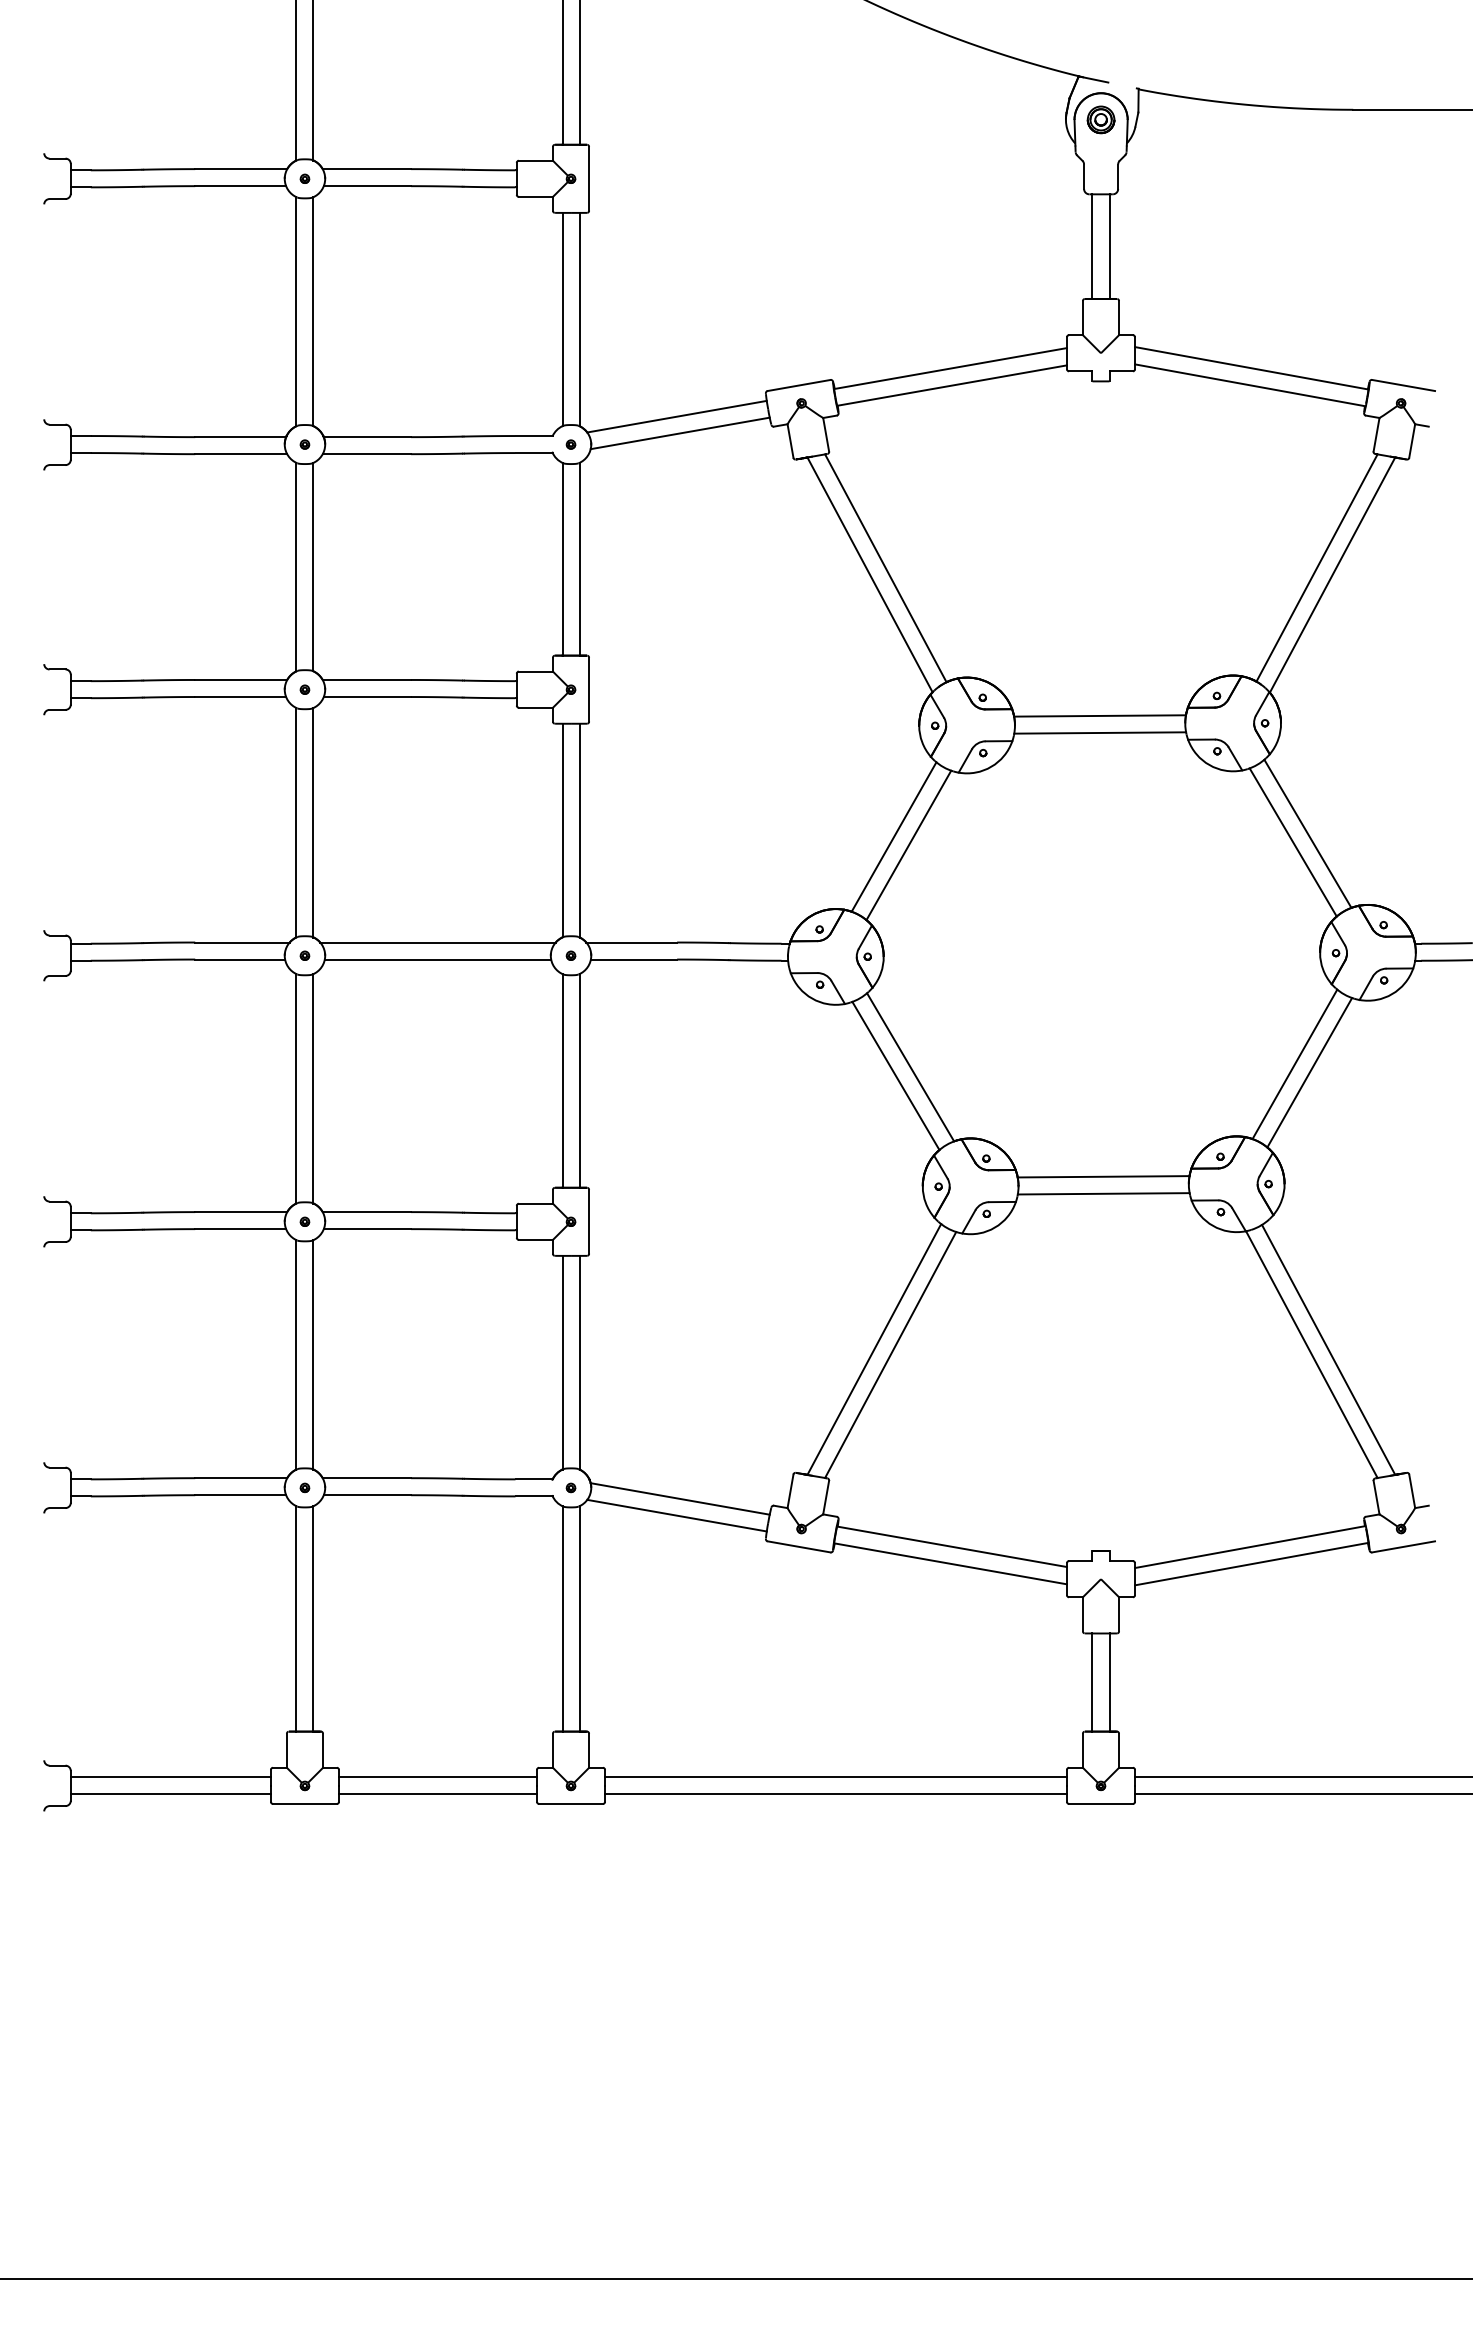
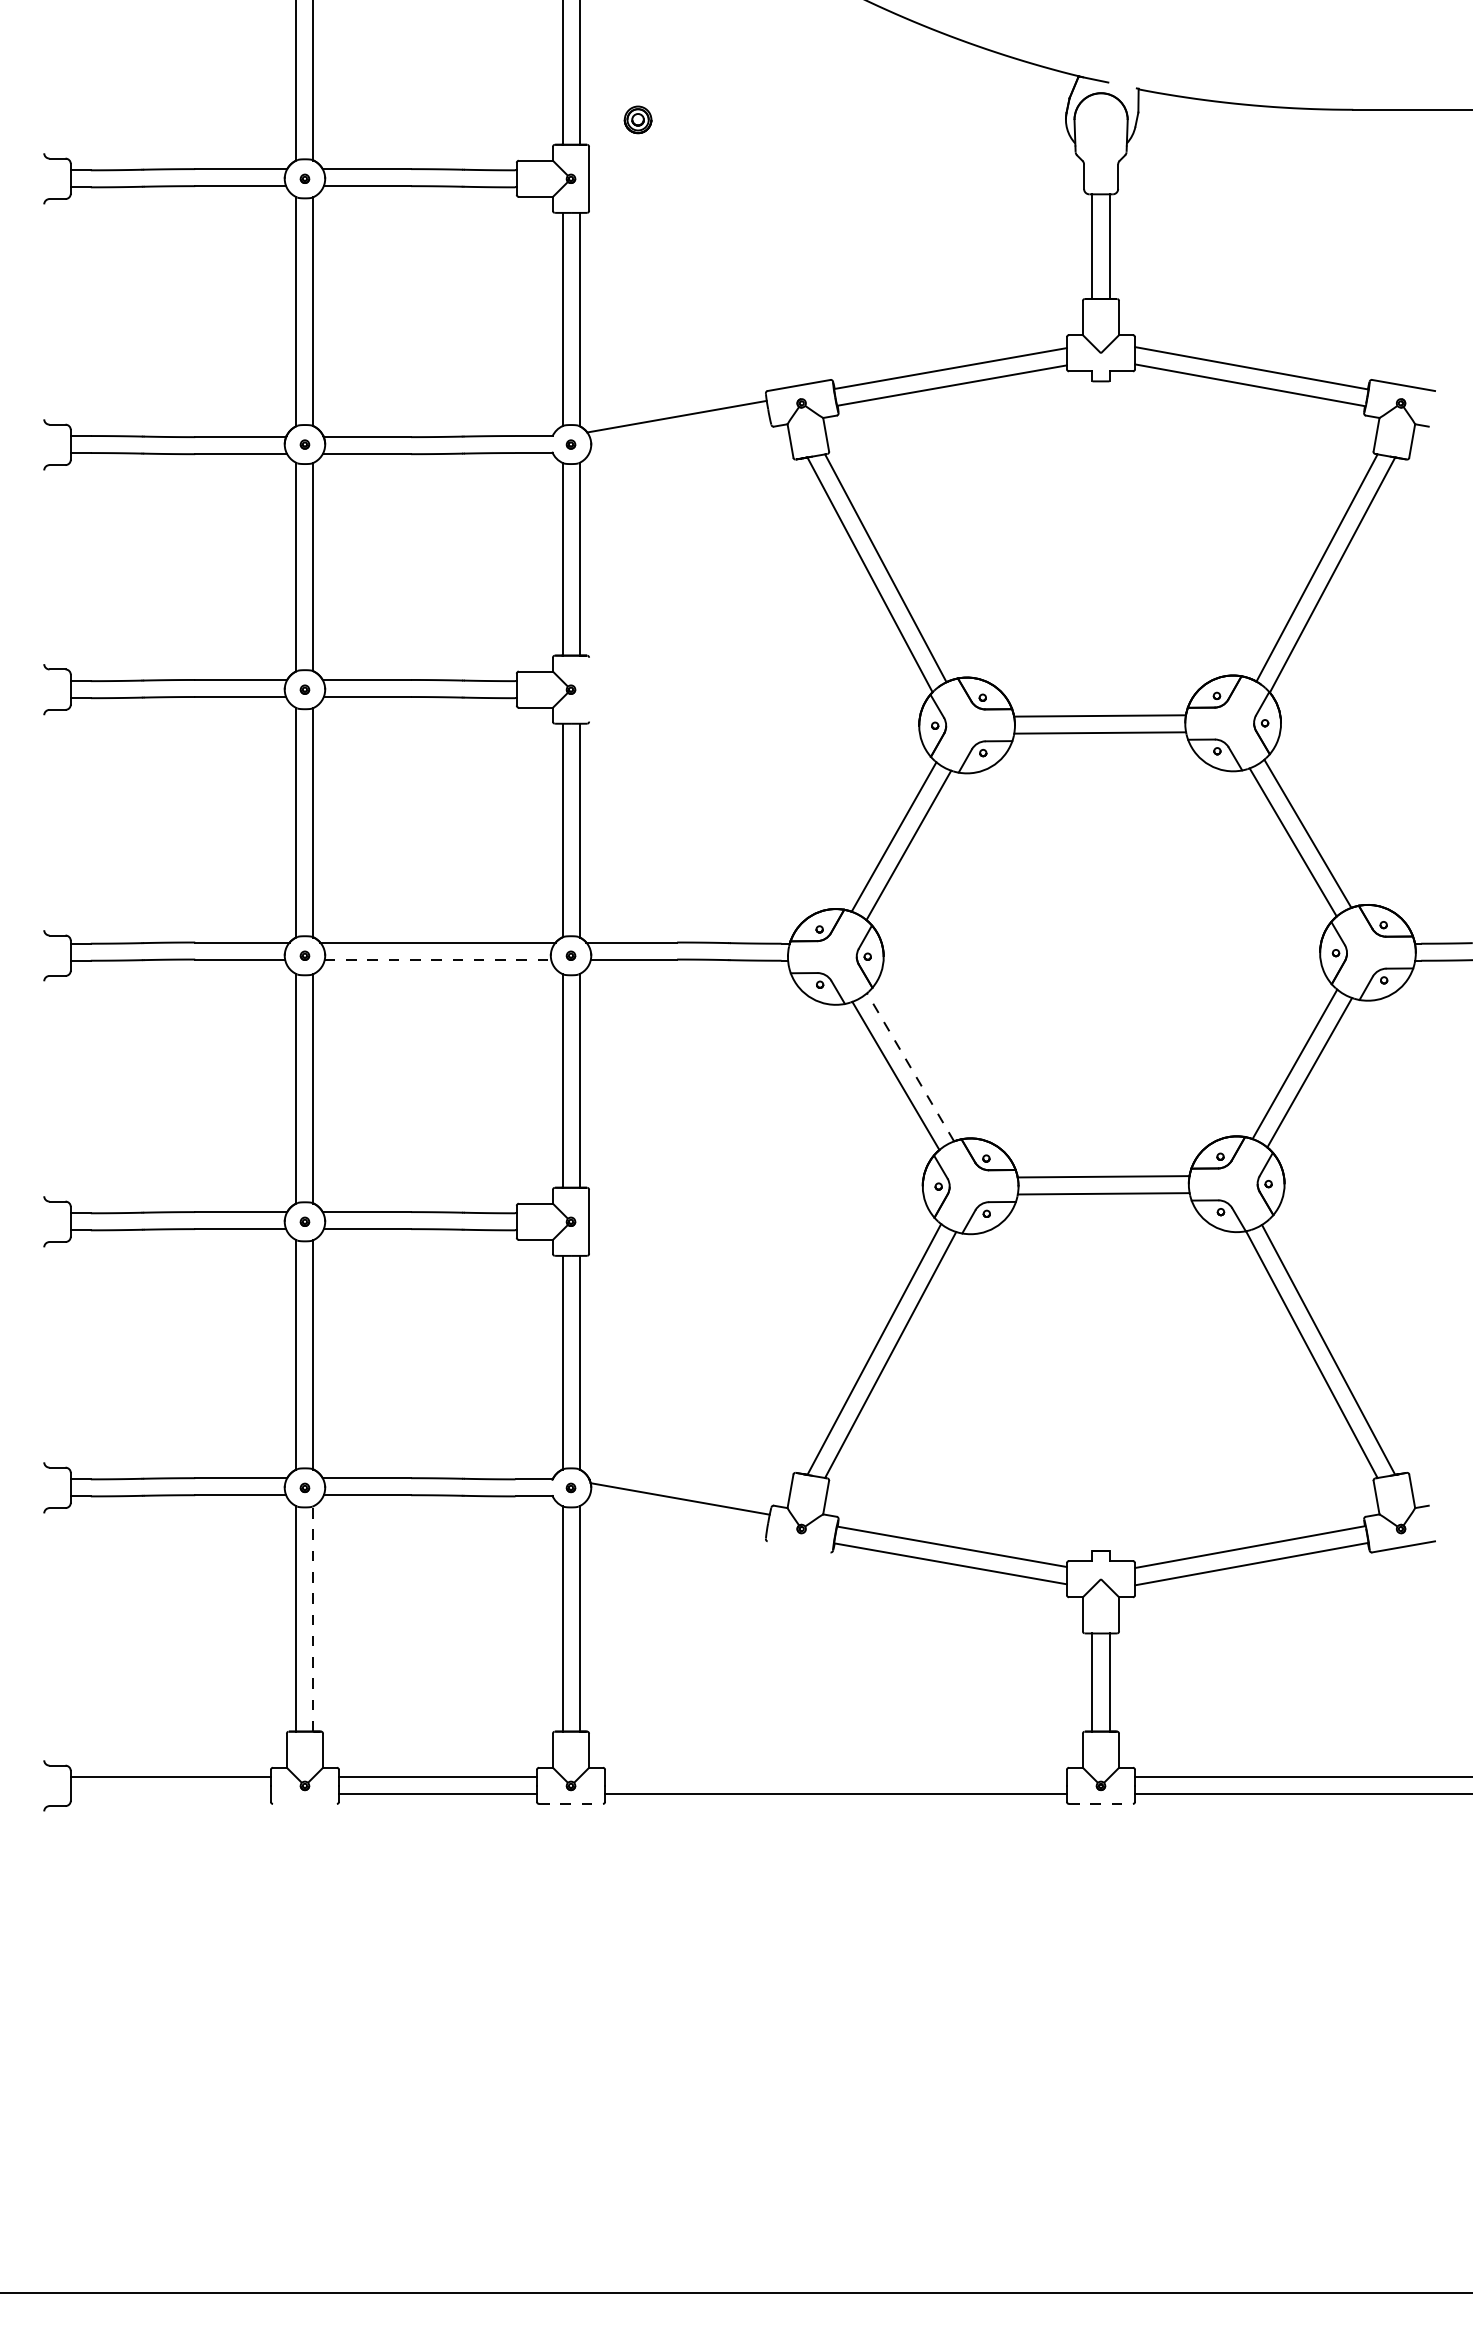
part at (1100, 119) position: (1100, 119) -> (637, 119)
line at (679, 433): present -> none
line at (589, 689): present -> none
line at (438, 959): solid -> dashed
line at (910, 1067): solid -> dashed
line at (676, 1515): present -> none
line at (798, 1546): present -> none
line at (313, 1618): solid -> dashed
line at (835, 1777): present -> none
line at (170, 1794): present -> none
line at (304, 1803): present -> none
line at (571, 1803): solid -> dashed
line at (1101, 1803): solid -> dashed
line at (735, 2279) position: (735, 2279) -> (735, 2293)
